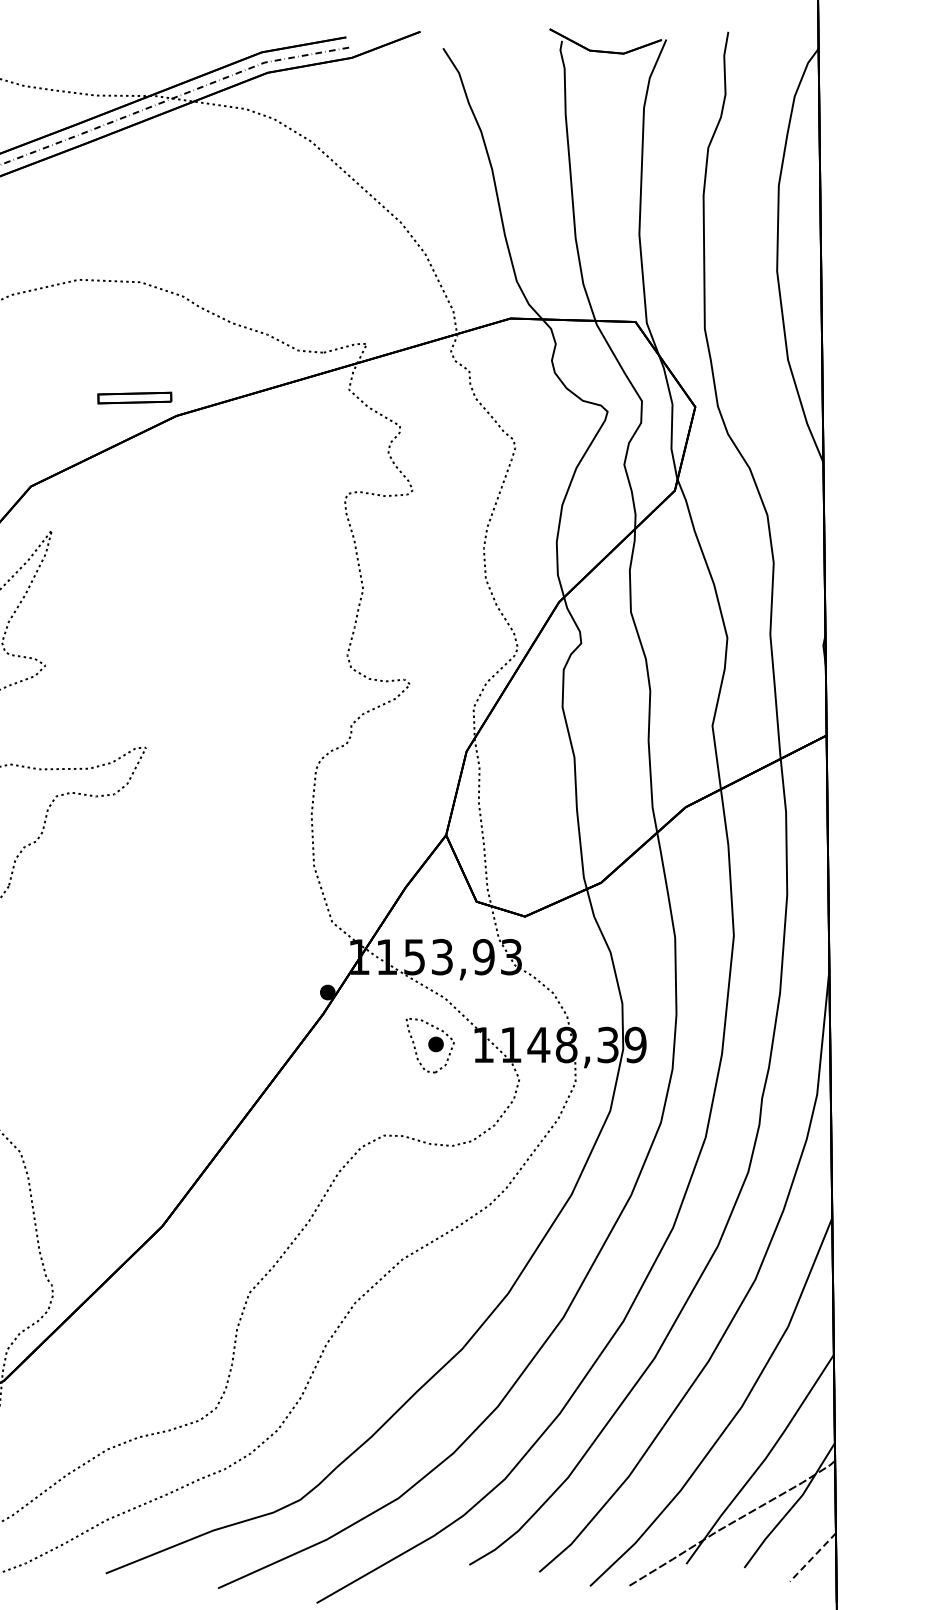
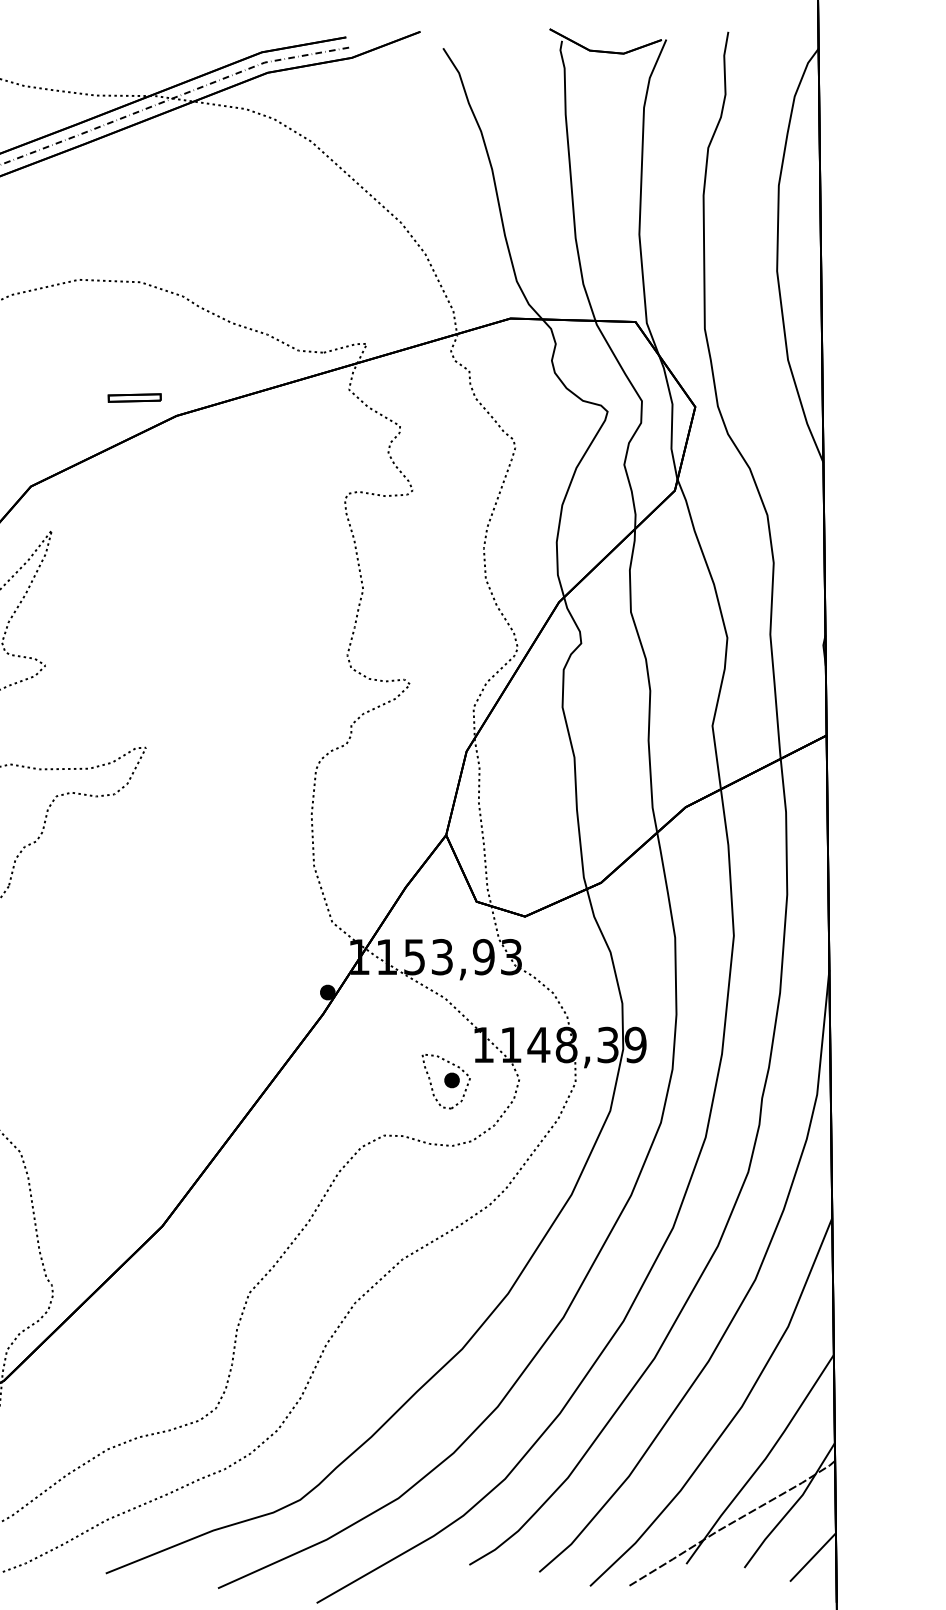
part at (134, 397) size: 76x14 px -> 55x10 px
part at (429, 1045) position: (429, 1045) -> (445, 1081)
line at (812, 1557): dashed -> solid
